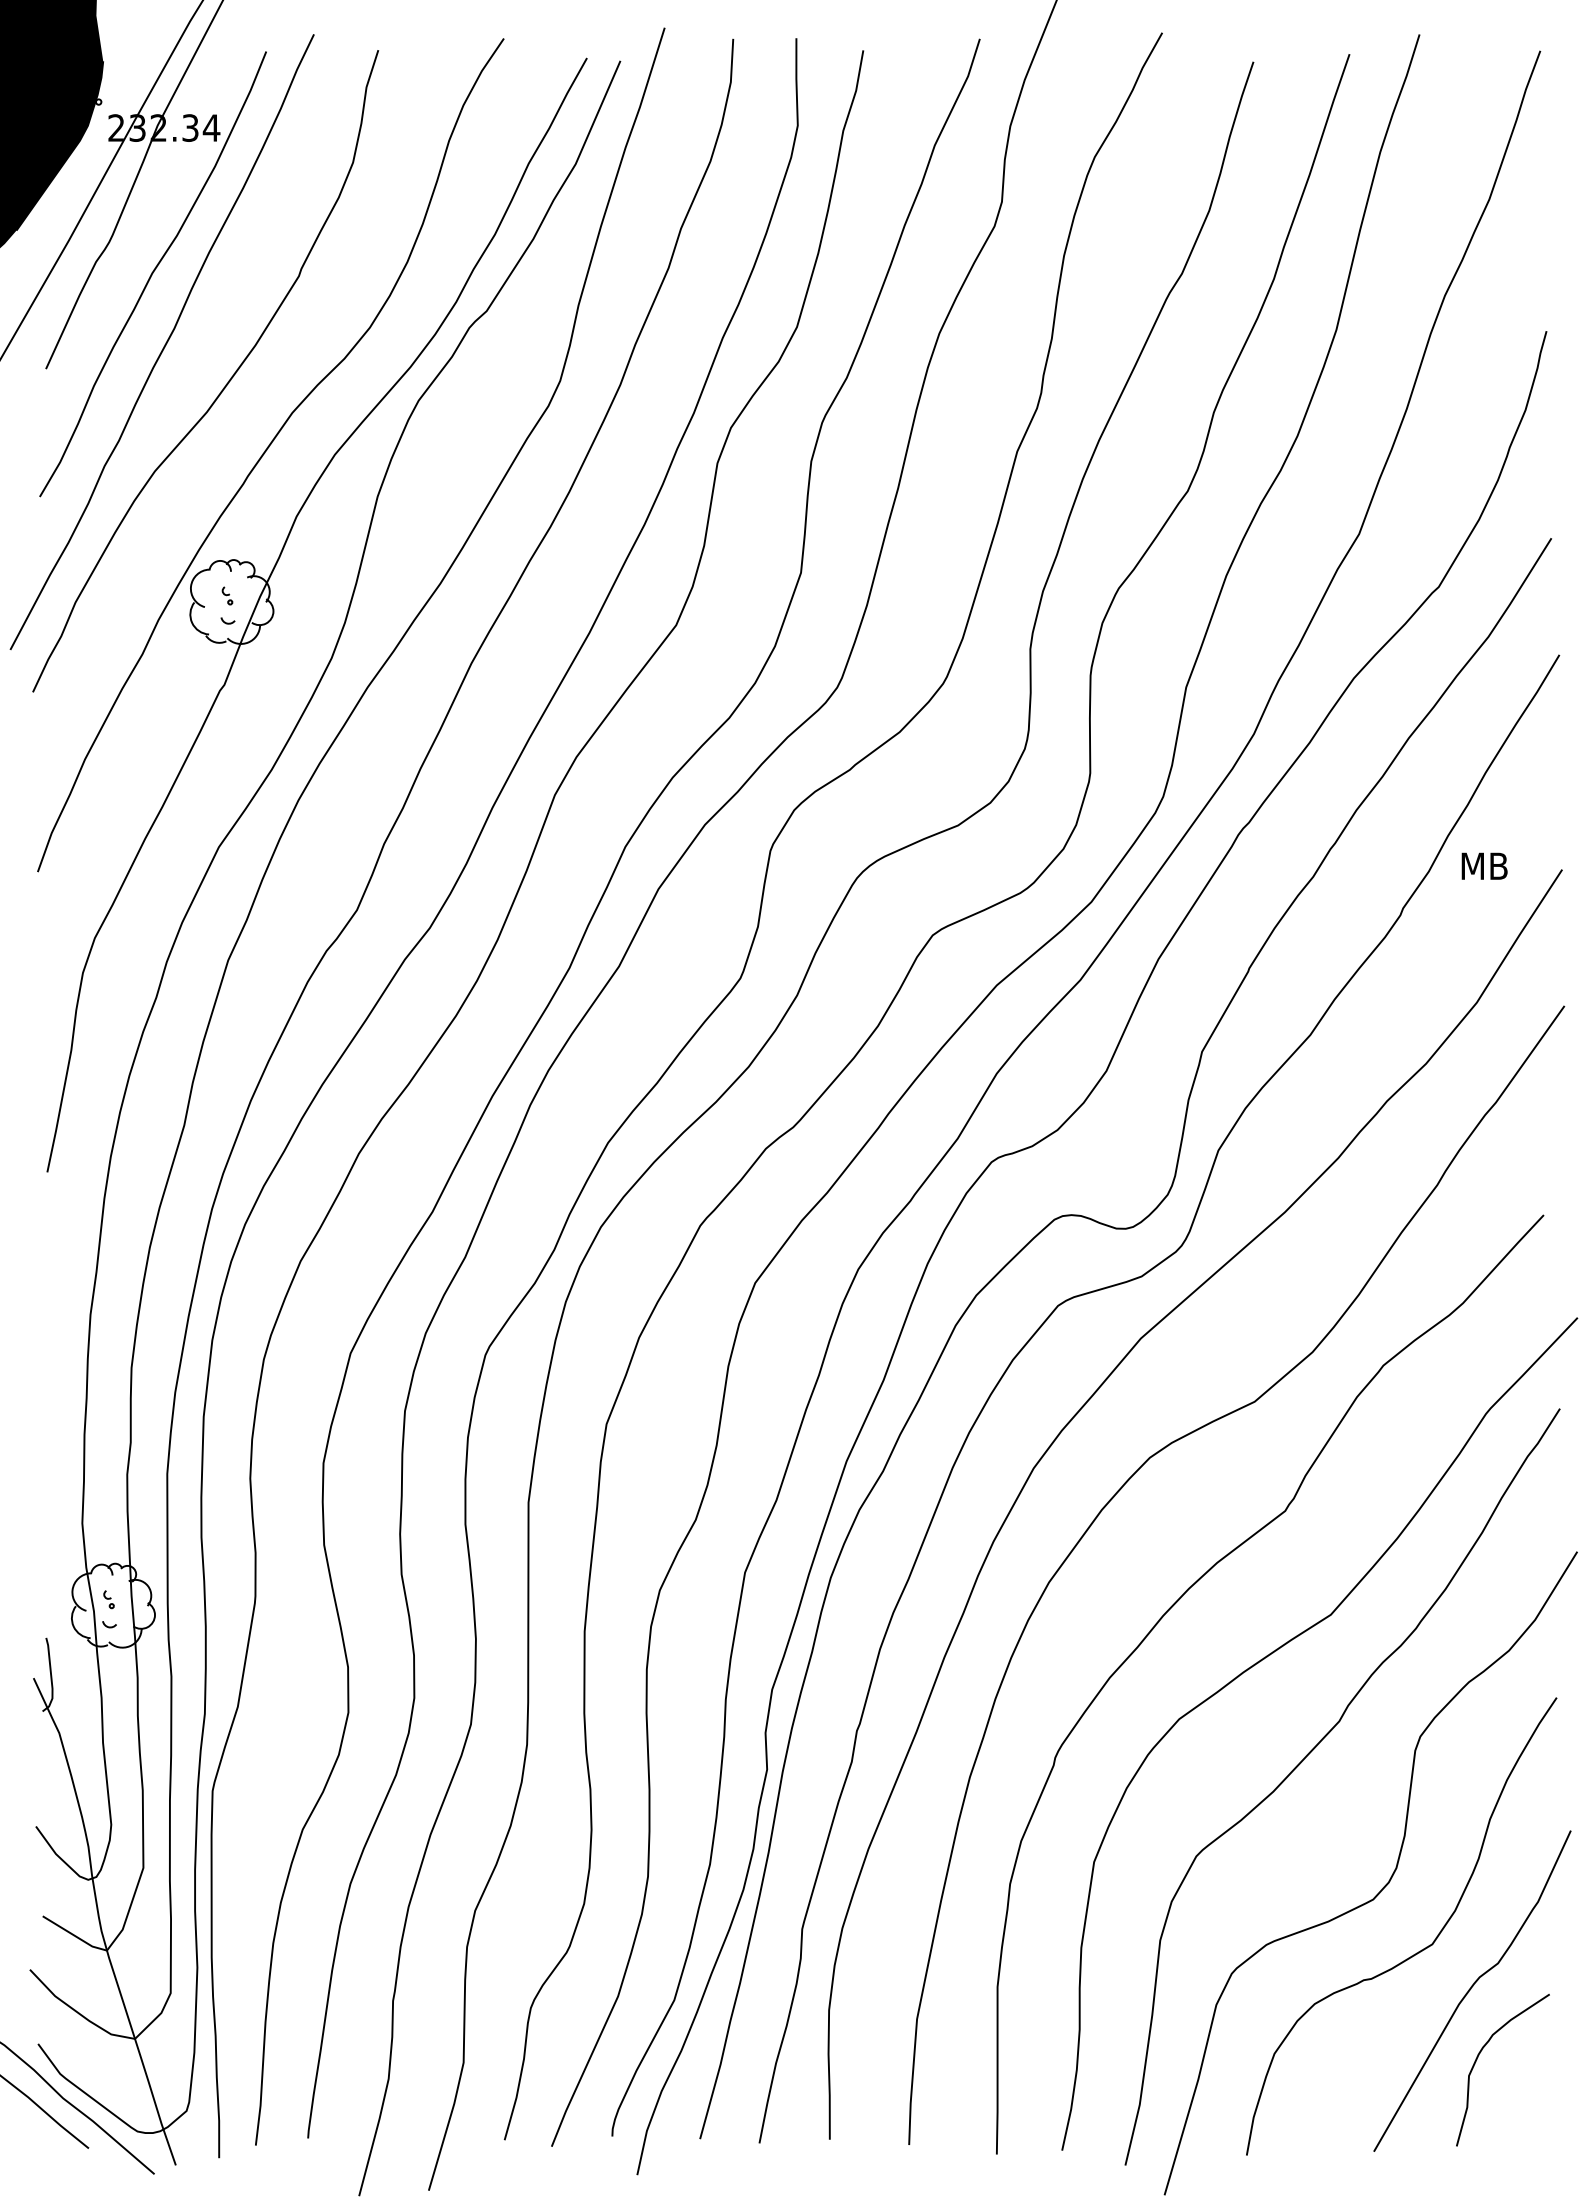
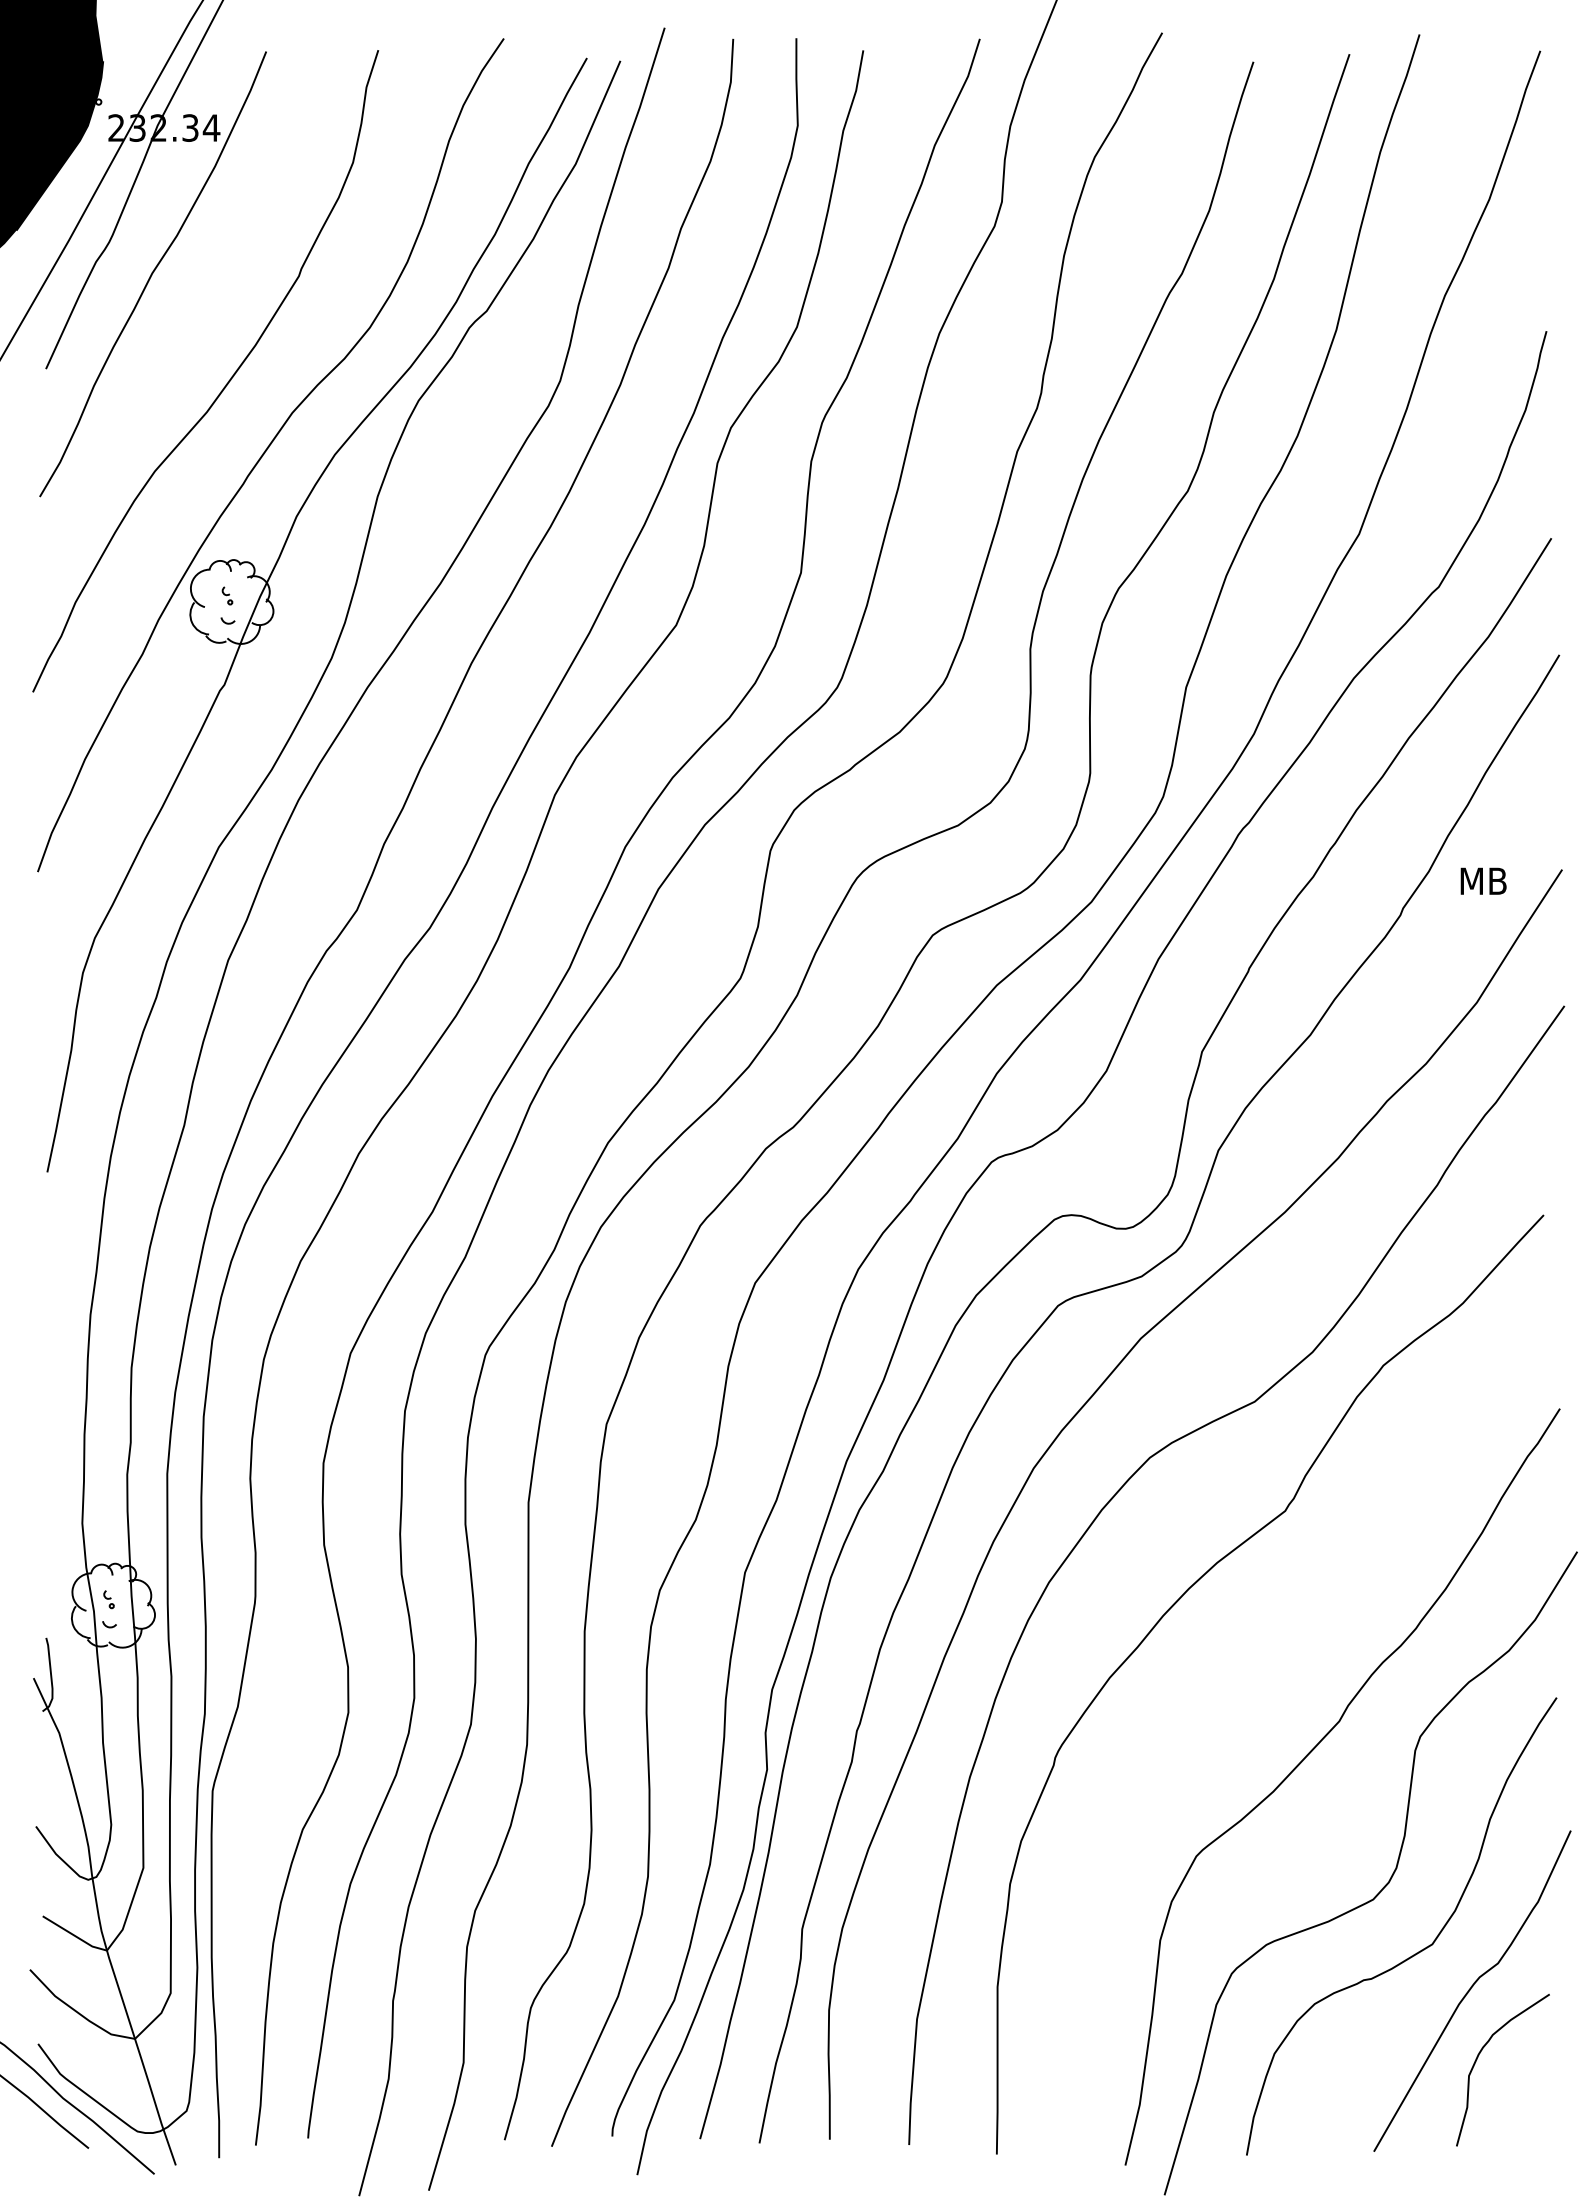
curve at (164, 344): present -> none
text at (1484, 865) position: (1484, 865) -> (1483, 880)
curve at (1267, 1657): present -> none
